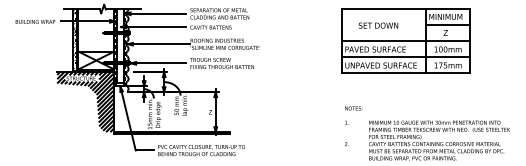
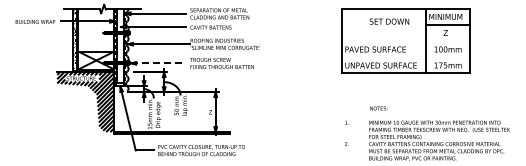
text at (378, 25) position: (378, 25) -> (389, 21)
line at (405, 41): present -> none
line at (405, 57): present -> none
line at (159, 63): solid -> dashed
text at (353, 108) position: (353, 108) -> (378, 108)
